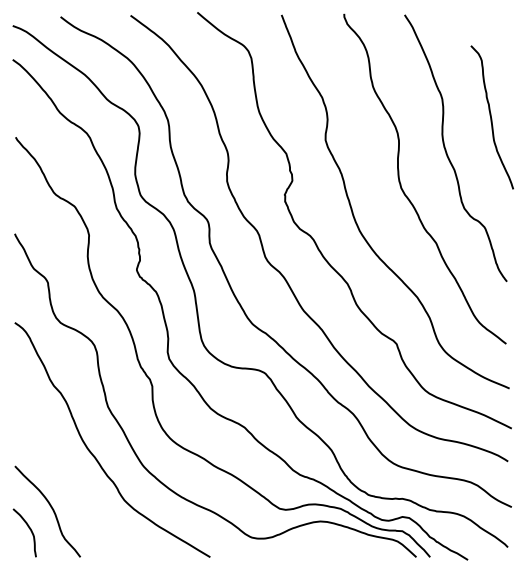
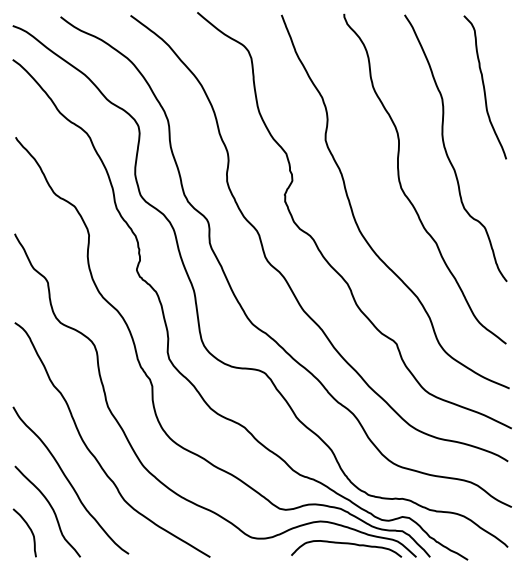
curve at (491, 117) position: (491, 117) -> (484, 87)
curve at (69, 480): none -> present
curve at (346, 544): none -> present
